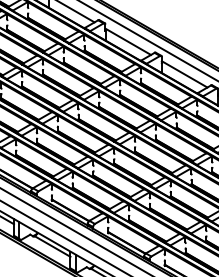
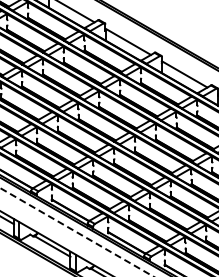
line at (148, 40): present -> none
line at (76, 232): solid -> dashed
line at (64, 237): present -> none
